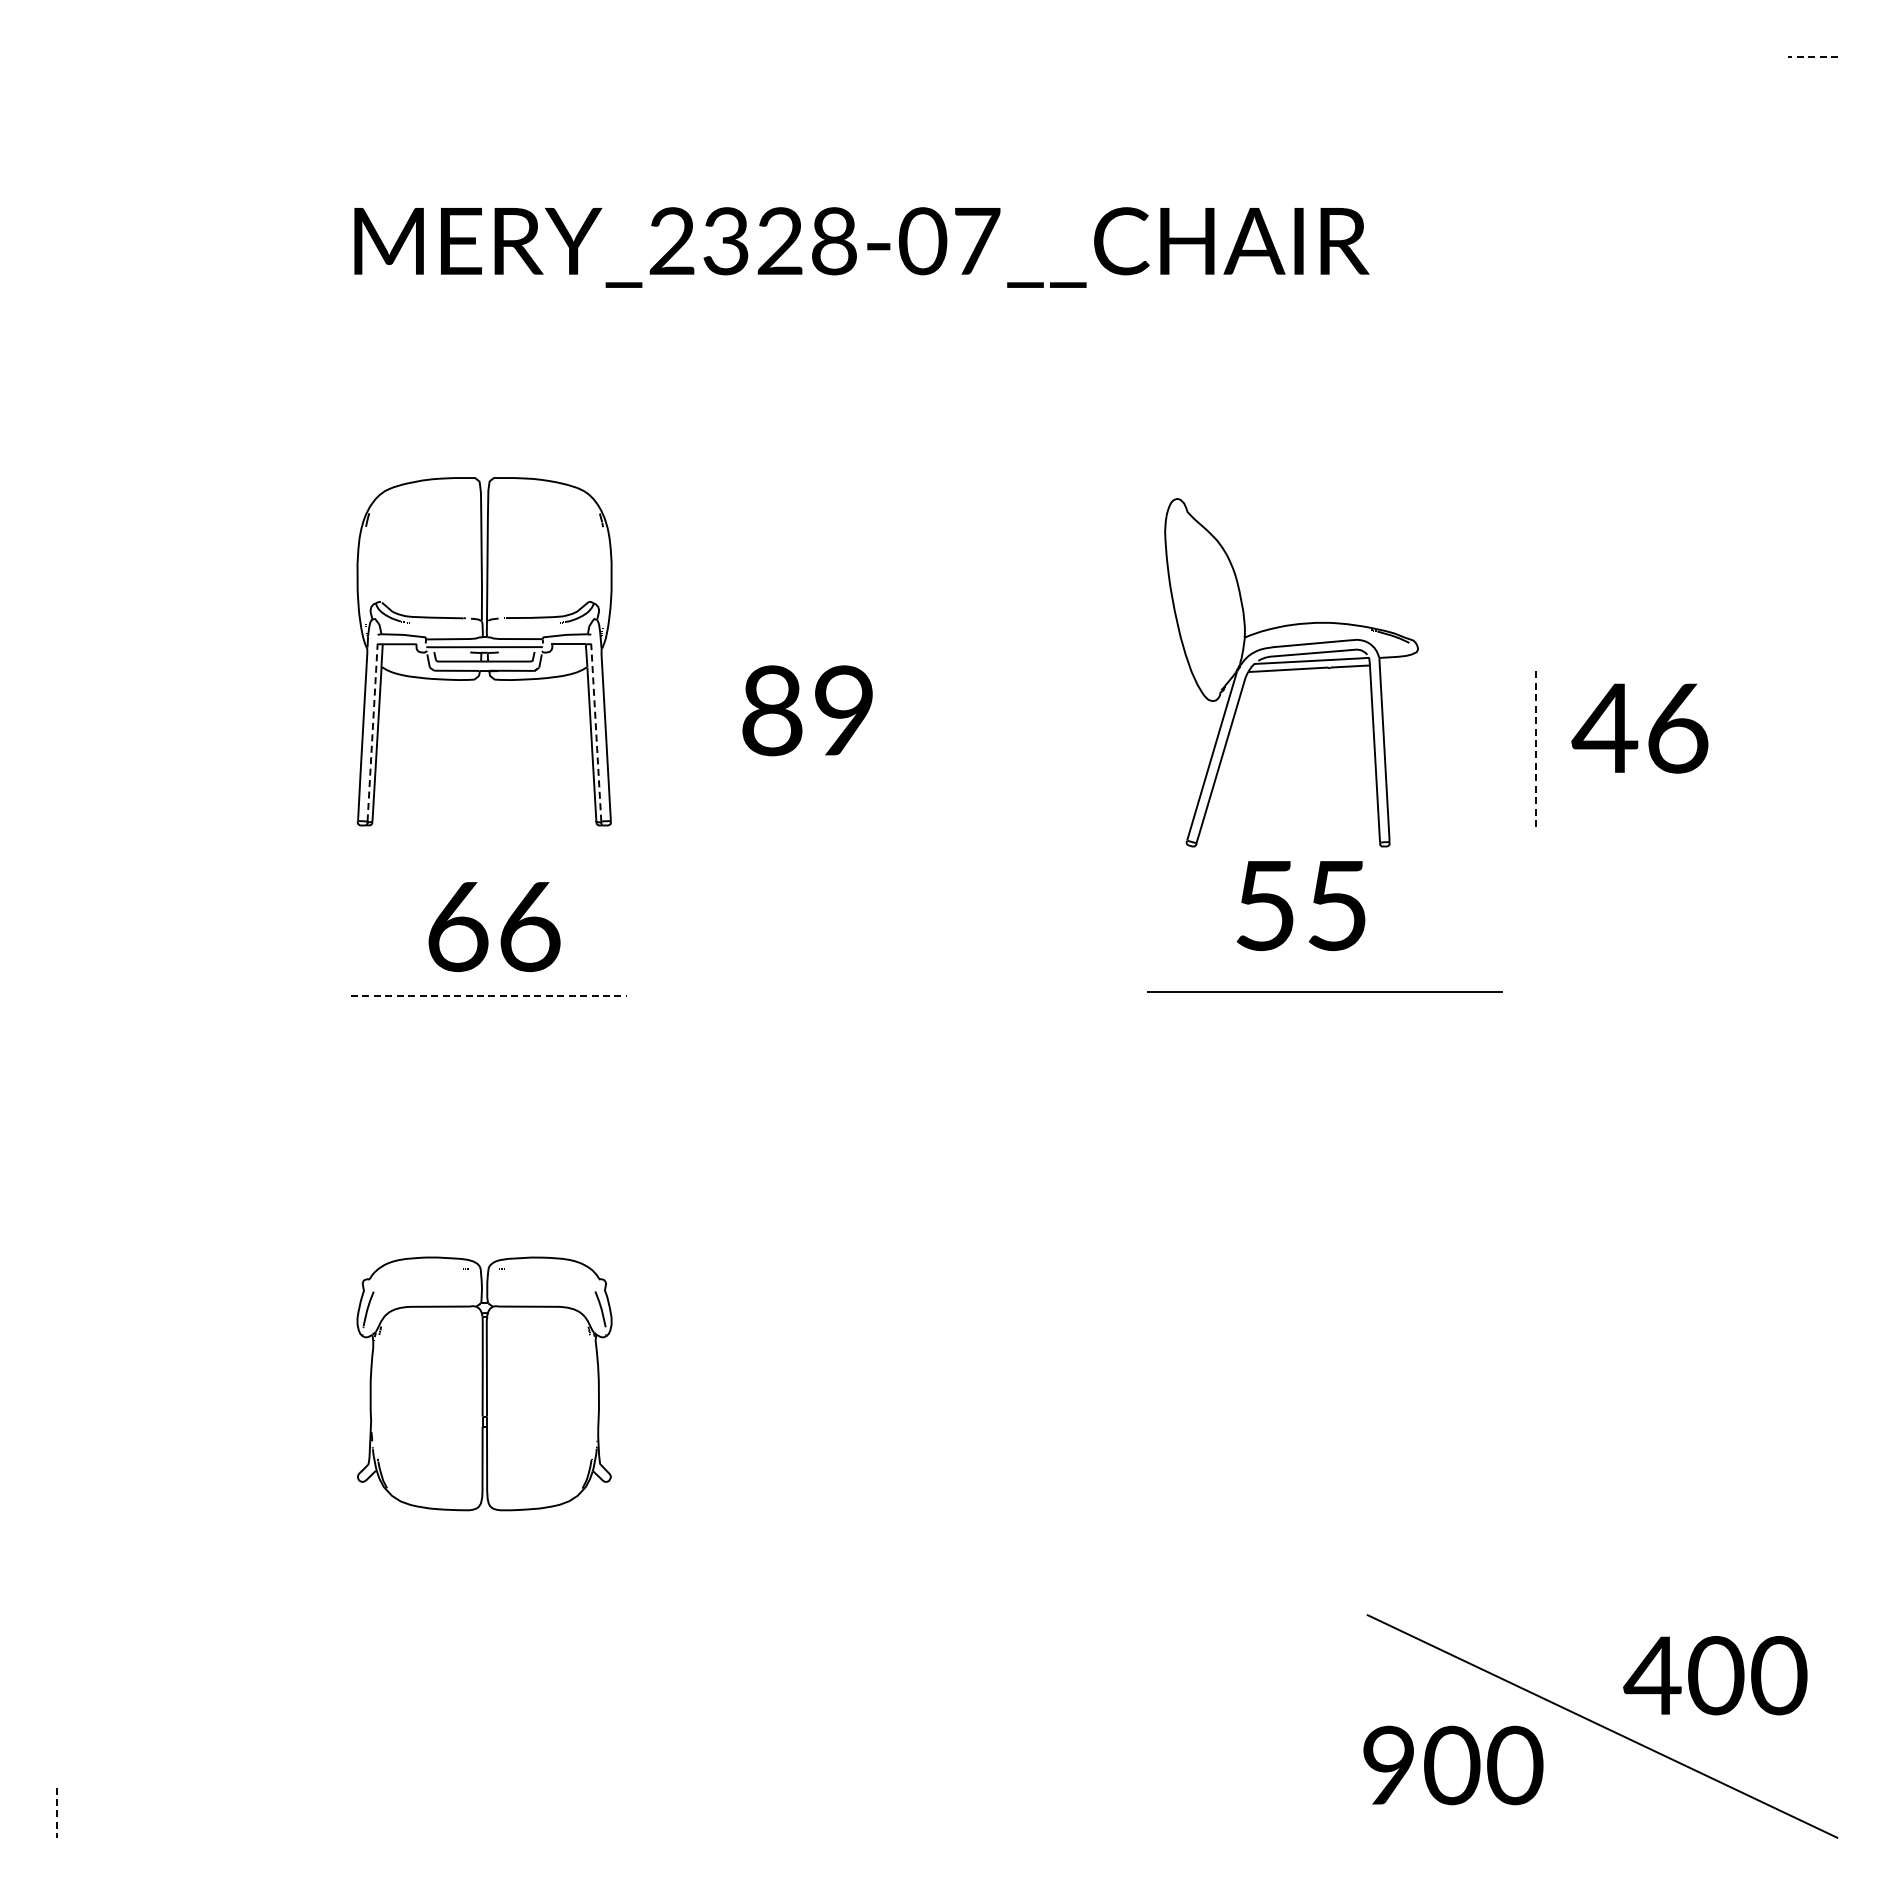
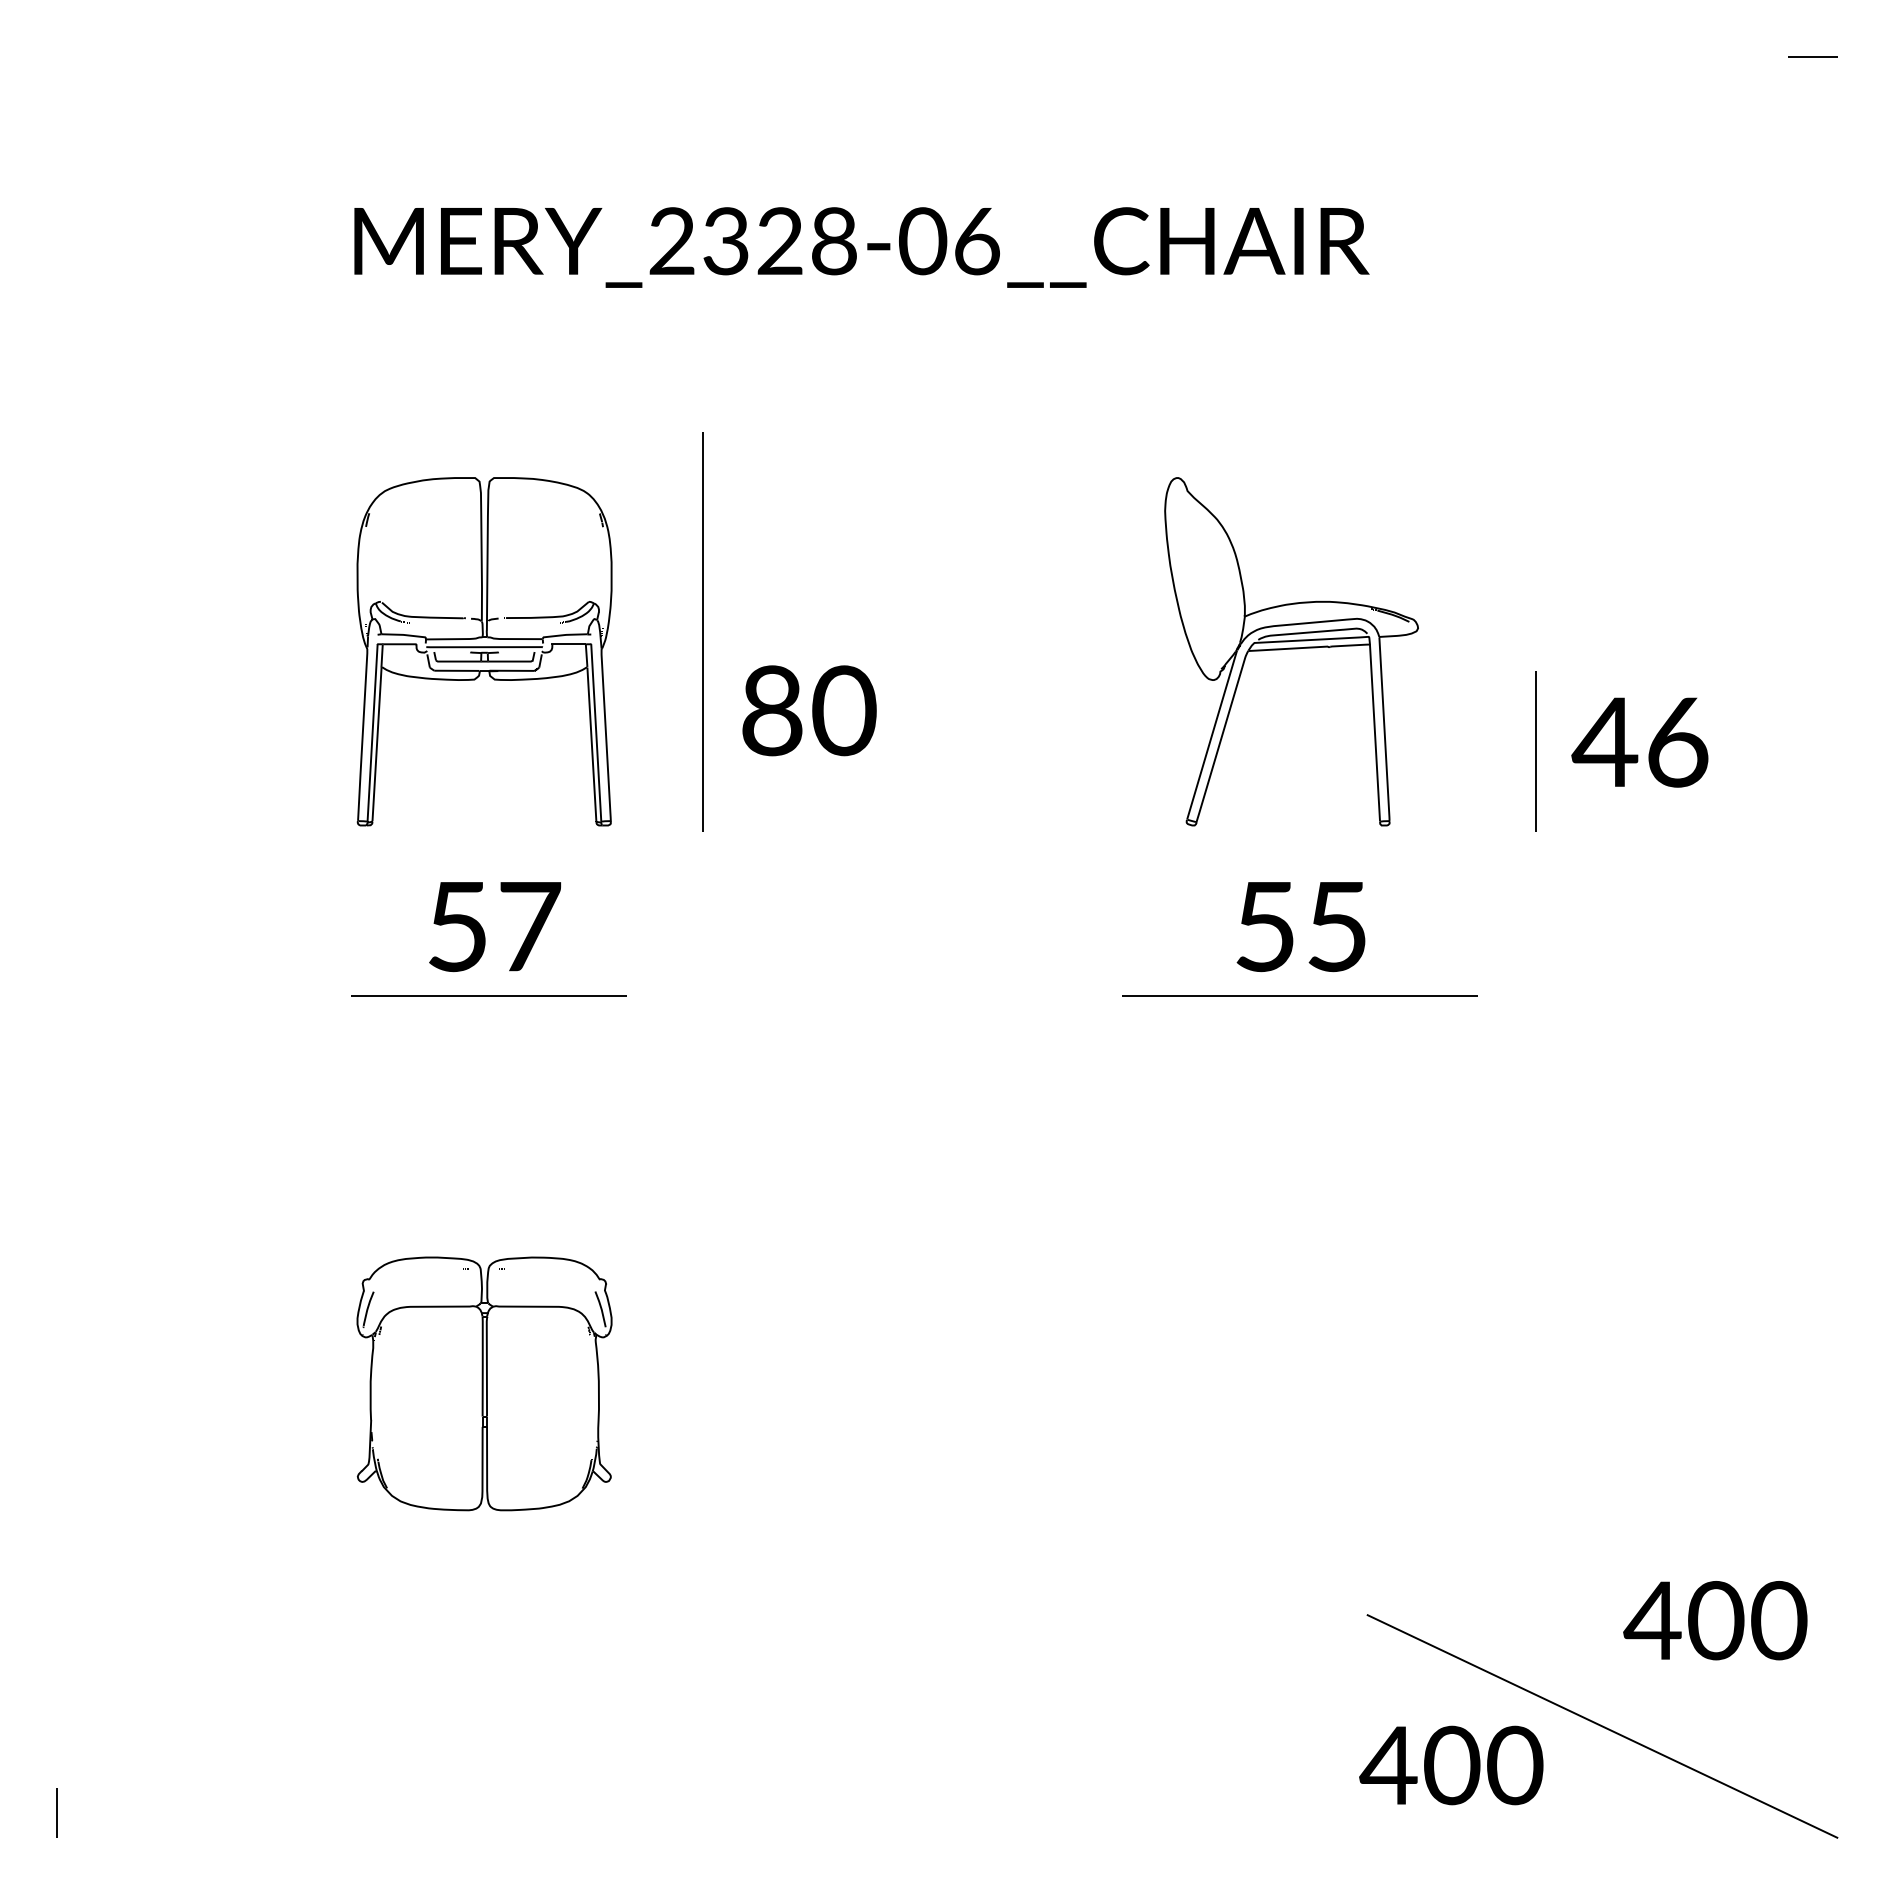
line at (1812, 56): dashed -> solid
text at (977, 241): MERY_2328-07__CHAIR -> MERY_2328-06__CHAIR
line at (702, 631): none -> present
part at (1291, 672) position: (1291, 672) -> (1291, 651)
text at (844, 711): 89 -> 80
text at (1639, 728) position: (1639, 728) -> (1639, 742)
line at (372, 732): dashed -> solid
line at (596, 733): dashed -> solid
line at (1535, 751): dashed -> solid
text at (1300, 906) position: (1300, 906) -> (1300, 927)
text at (494, 927): 66 -> 57
line at (1324, 991) position: (1324, 991) -> (1299, 995)
line at (489, 995): dashed -> solid
text at (1715, 1675) position: (1715, 1675) -> (1715, 1620)
text at (1388, 1764): 900 -> 400
line at (56, 1813): dashed -> solid
